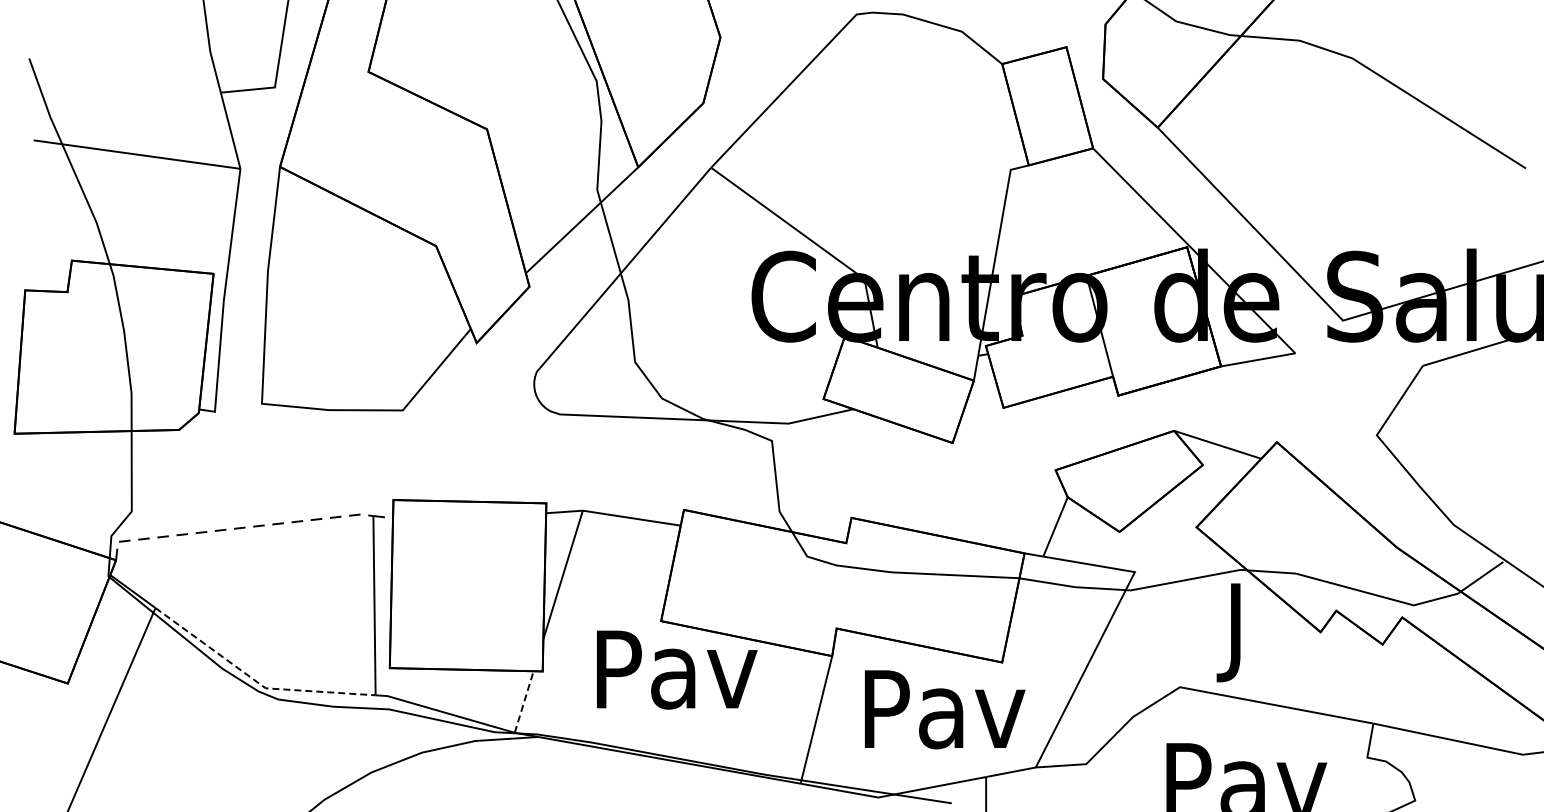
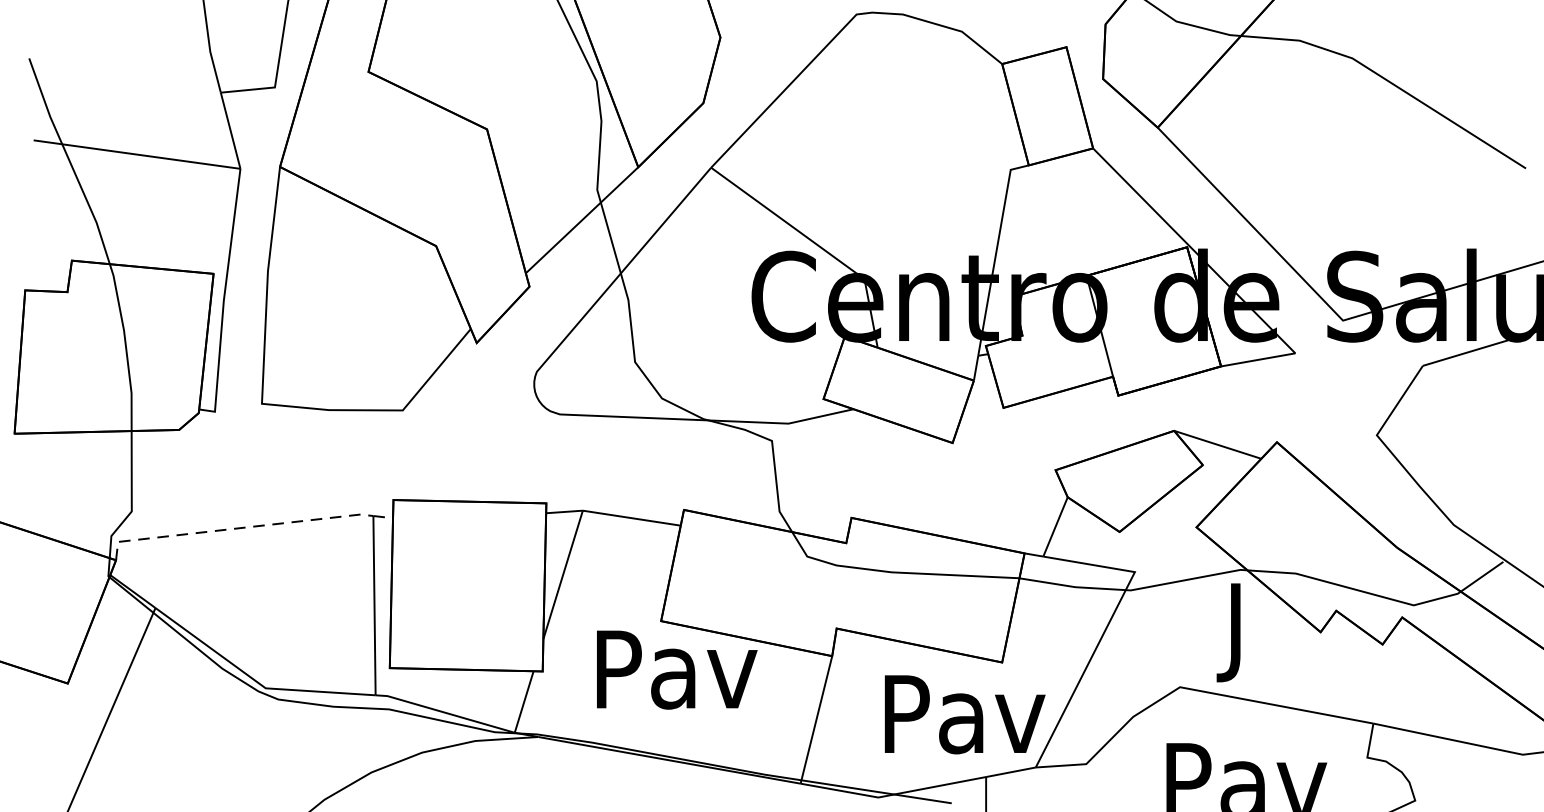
line at (256, 681): dashed -> solid
line at (524, 701): dashed -> solid
text at (945, 709) position: (945, 709) -> (965, 714)
